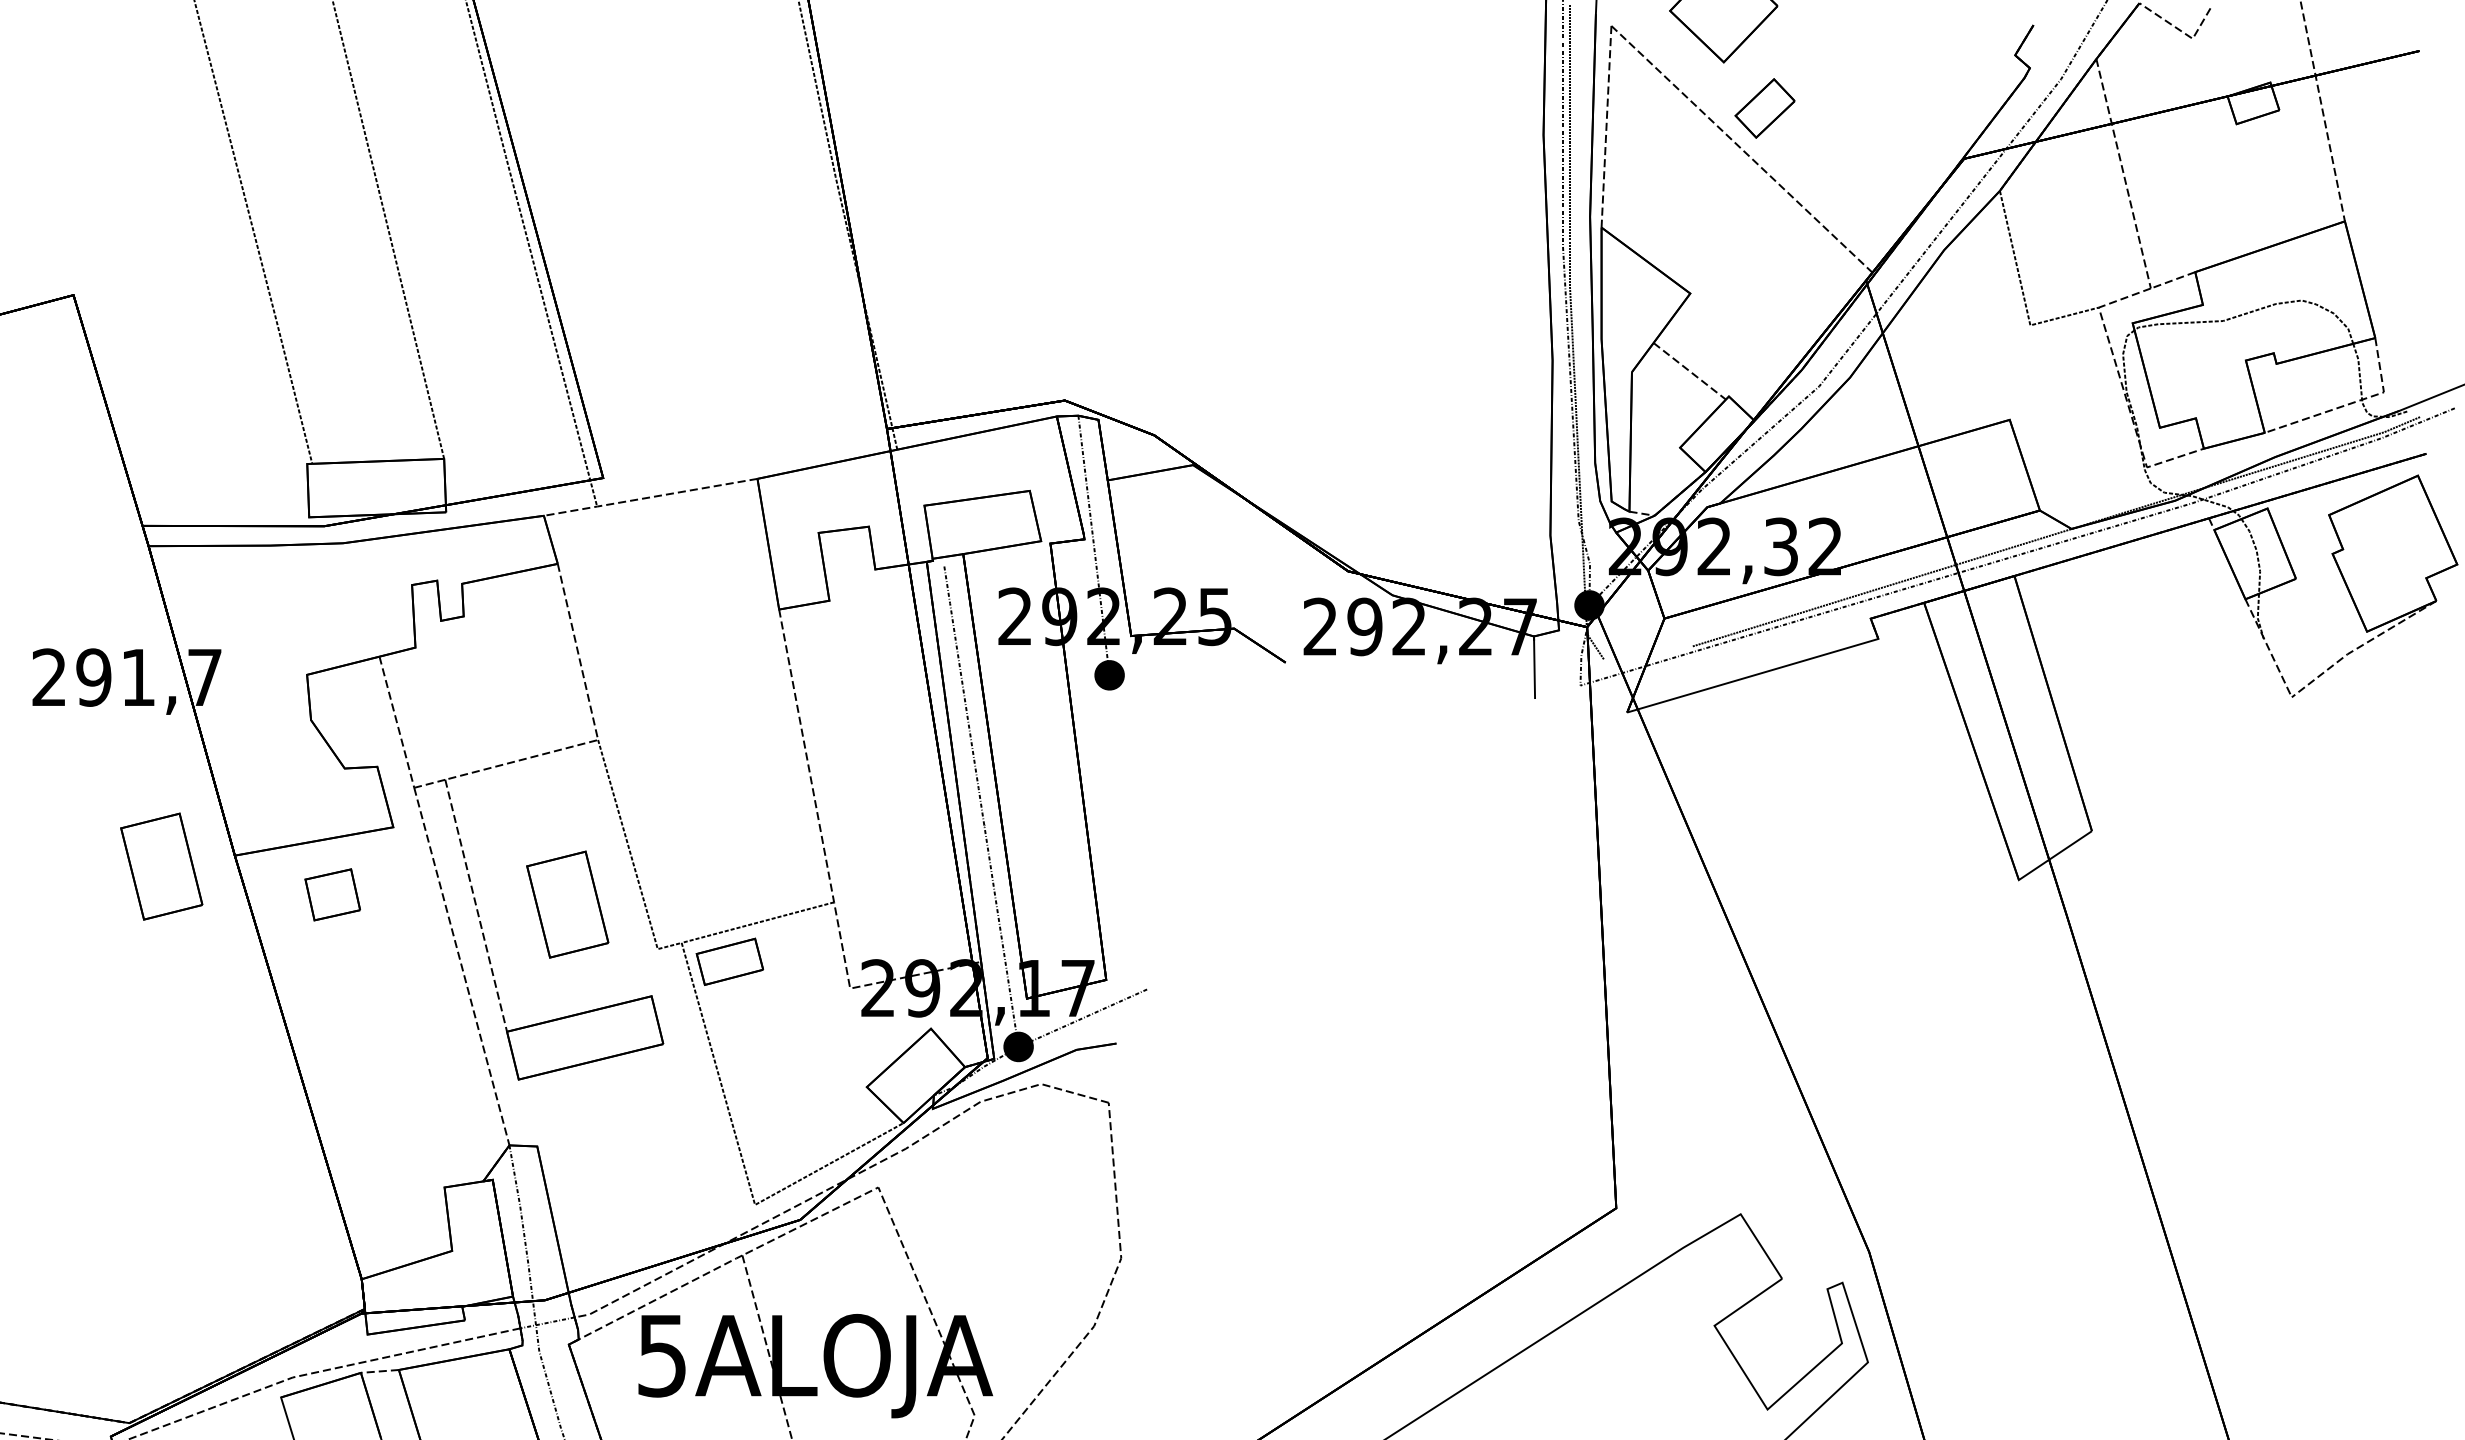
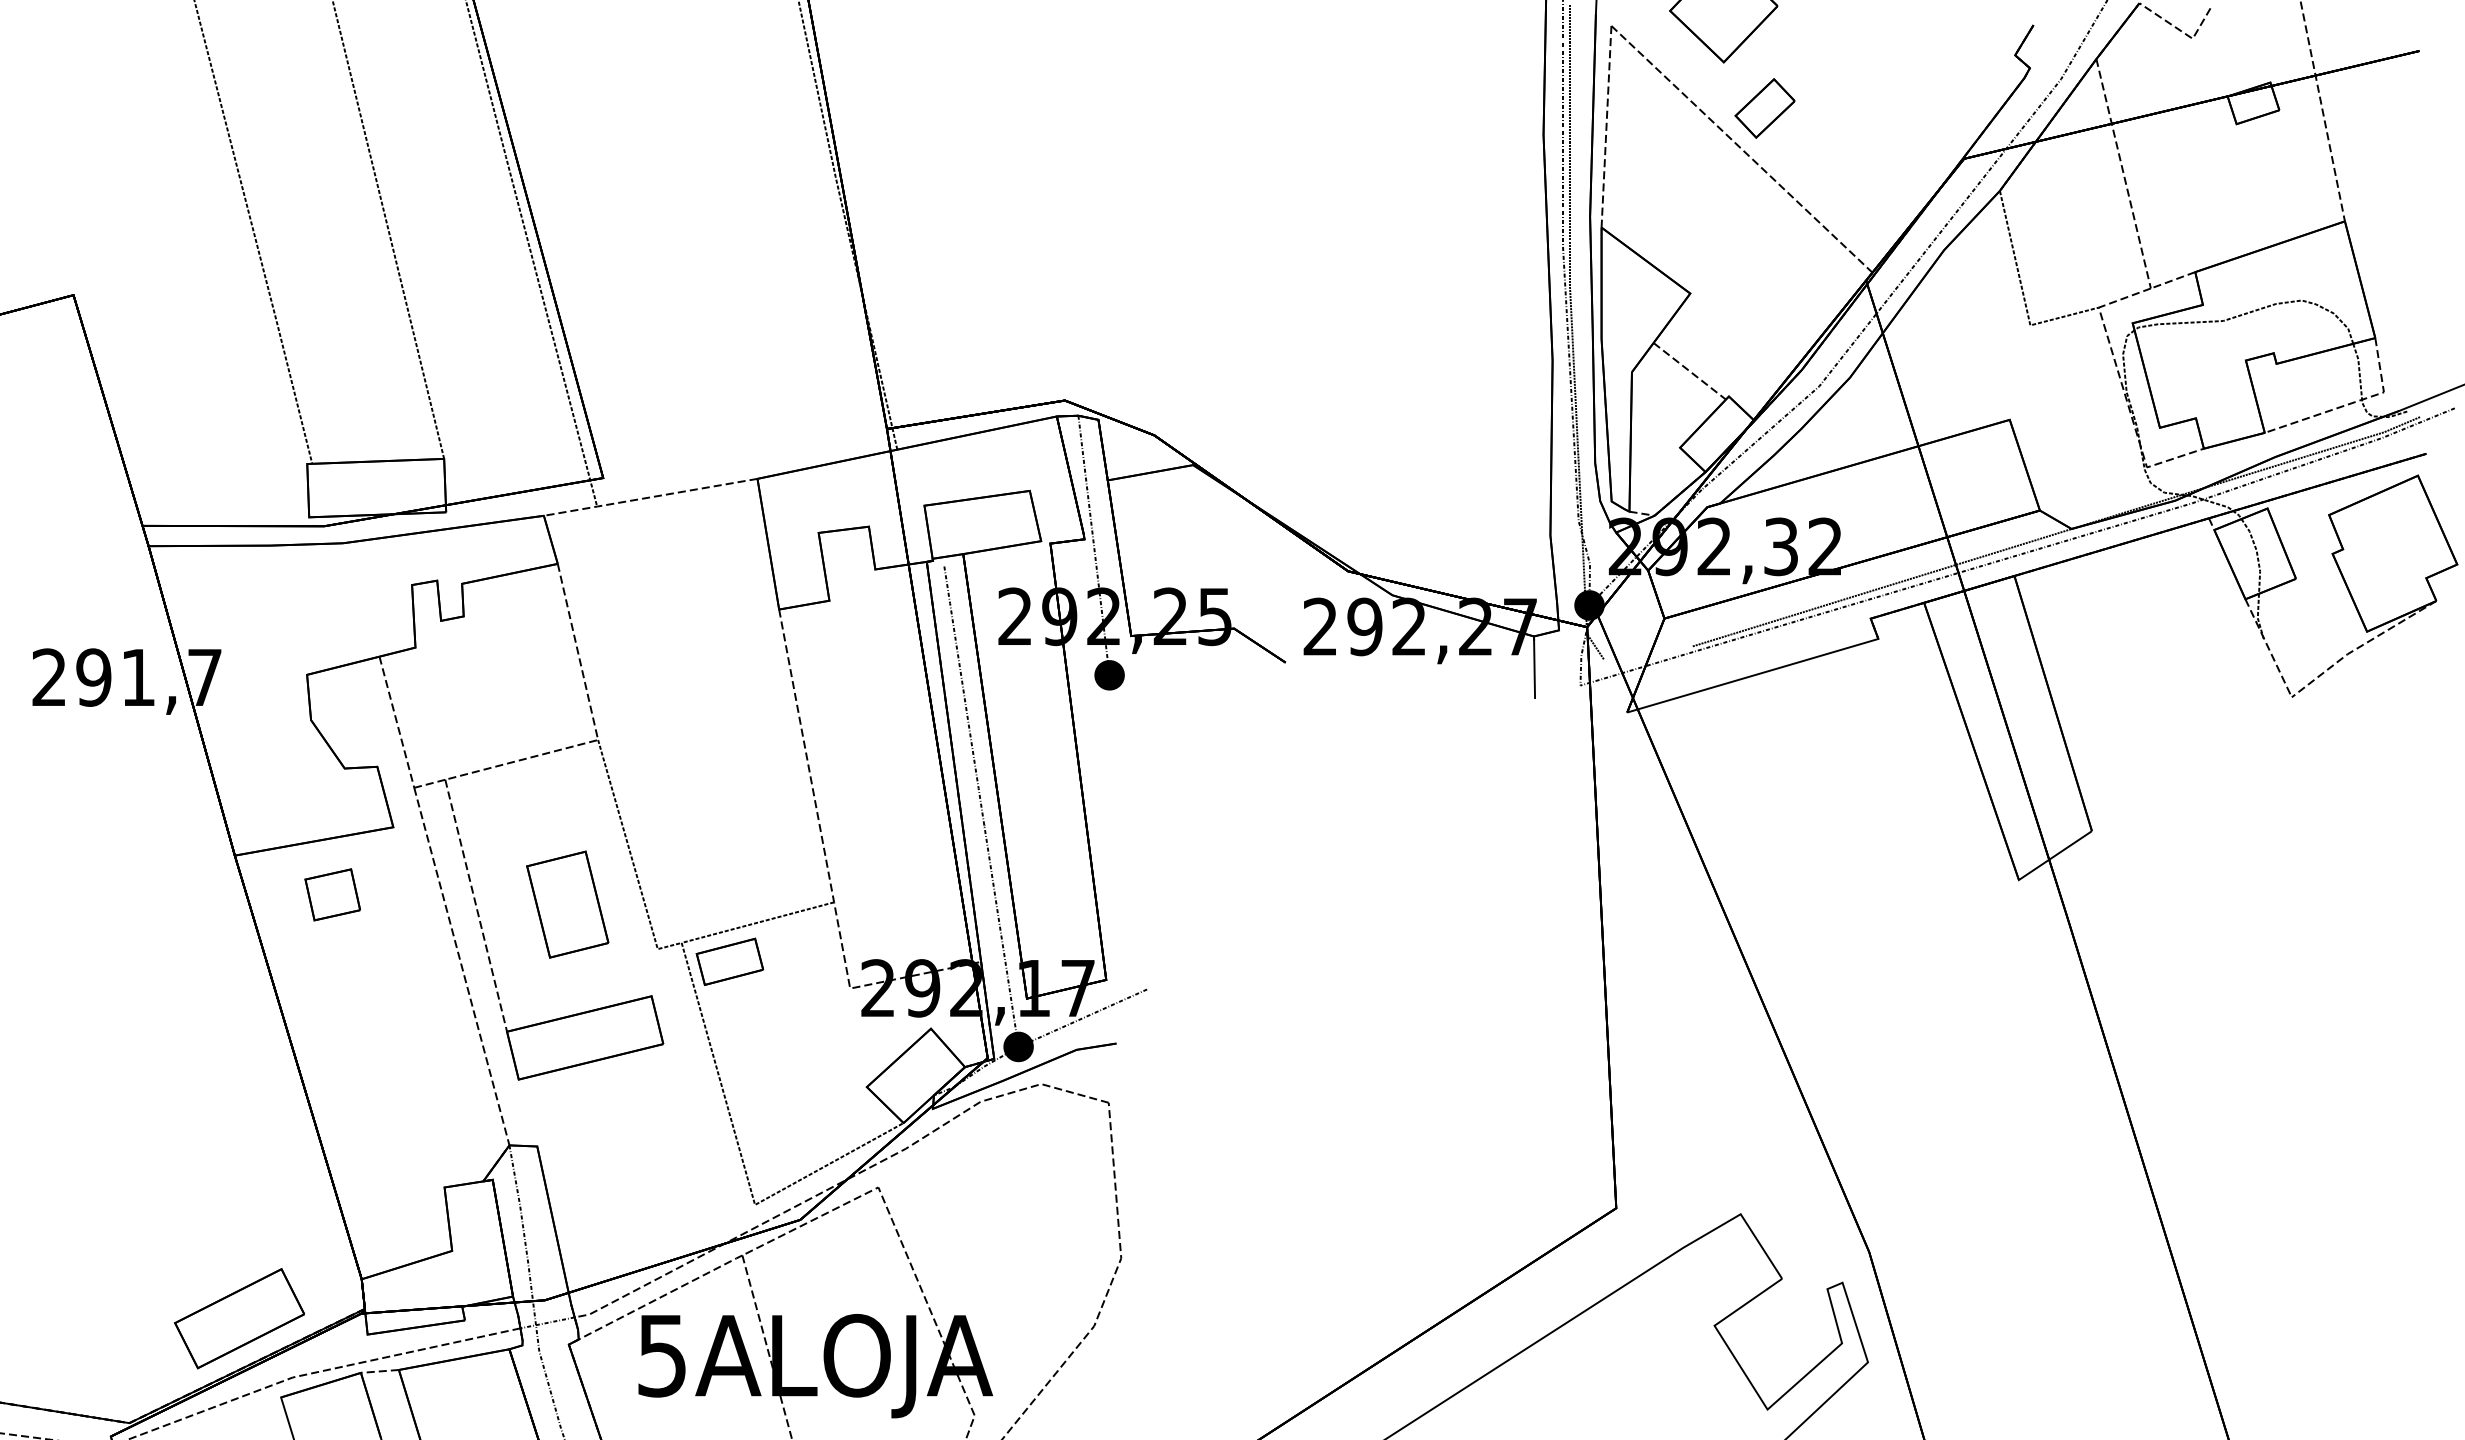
part at (161, 866): present -> none
part at (239, 1318): none -> present
